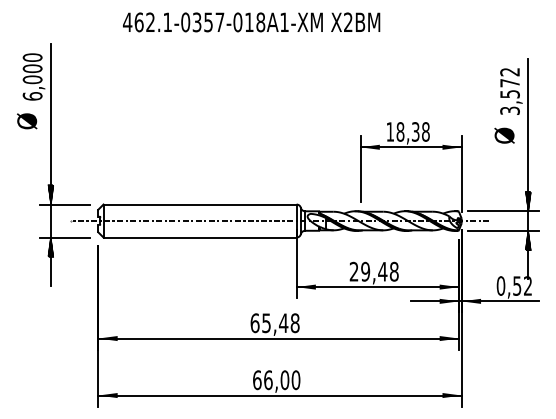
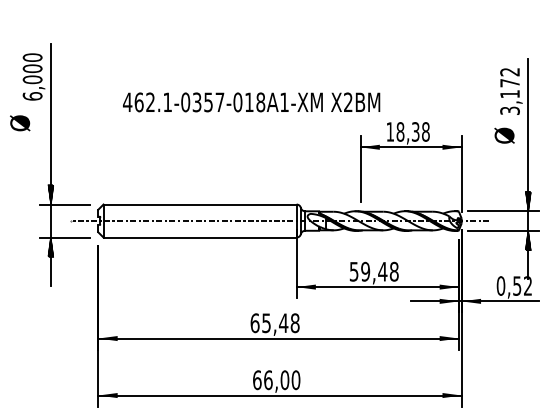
text at (251, 22) position: (251, 22) -> (251, 102)
text at (509, 94): 3,572 -> 3,172
text at (27, 121) position: (27, 121) -> (20, 123)
text at (353, 271): 29,48 -> 59,48
